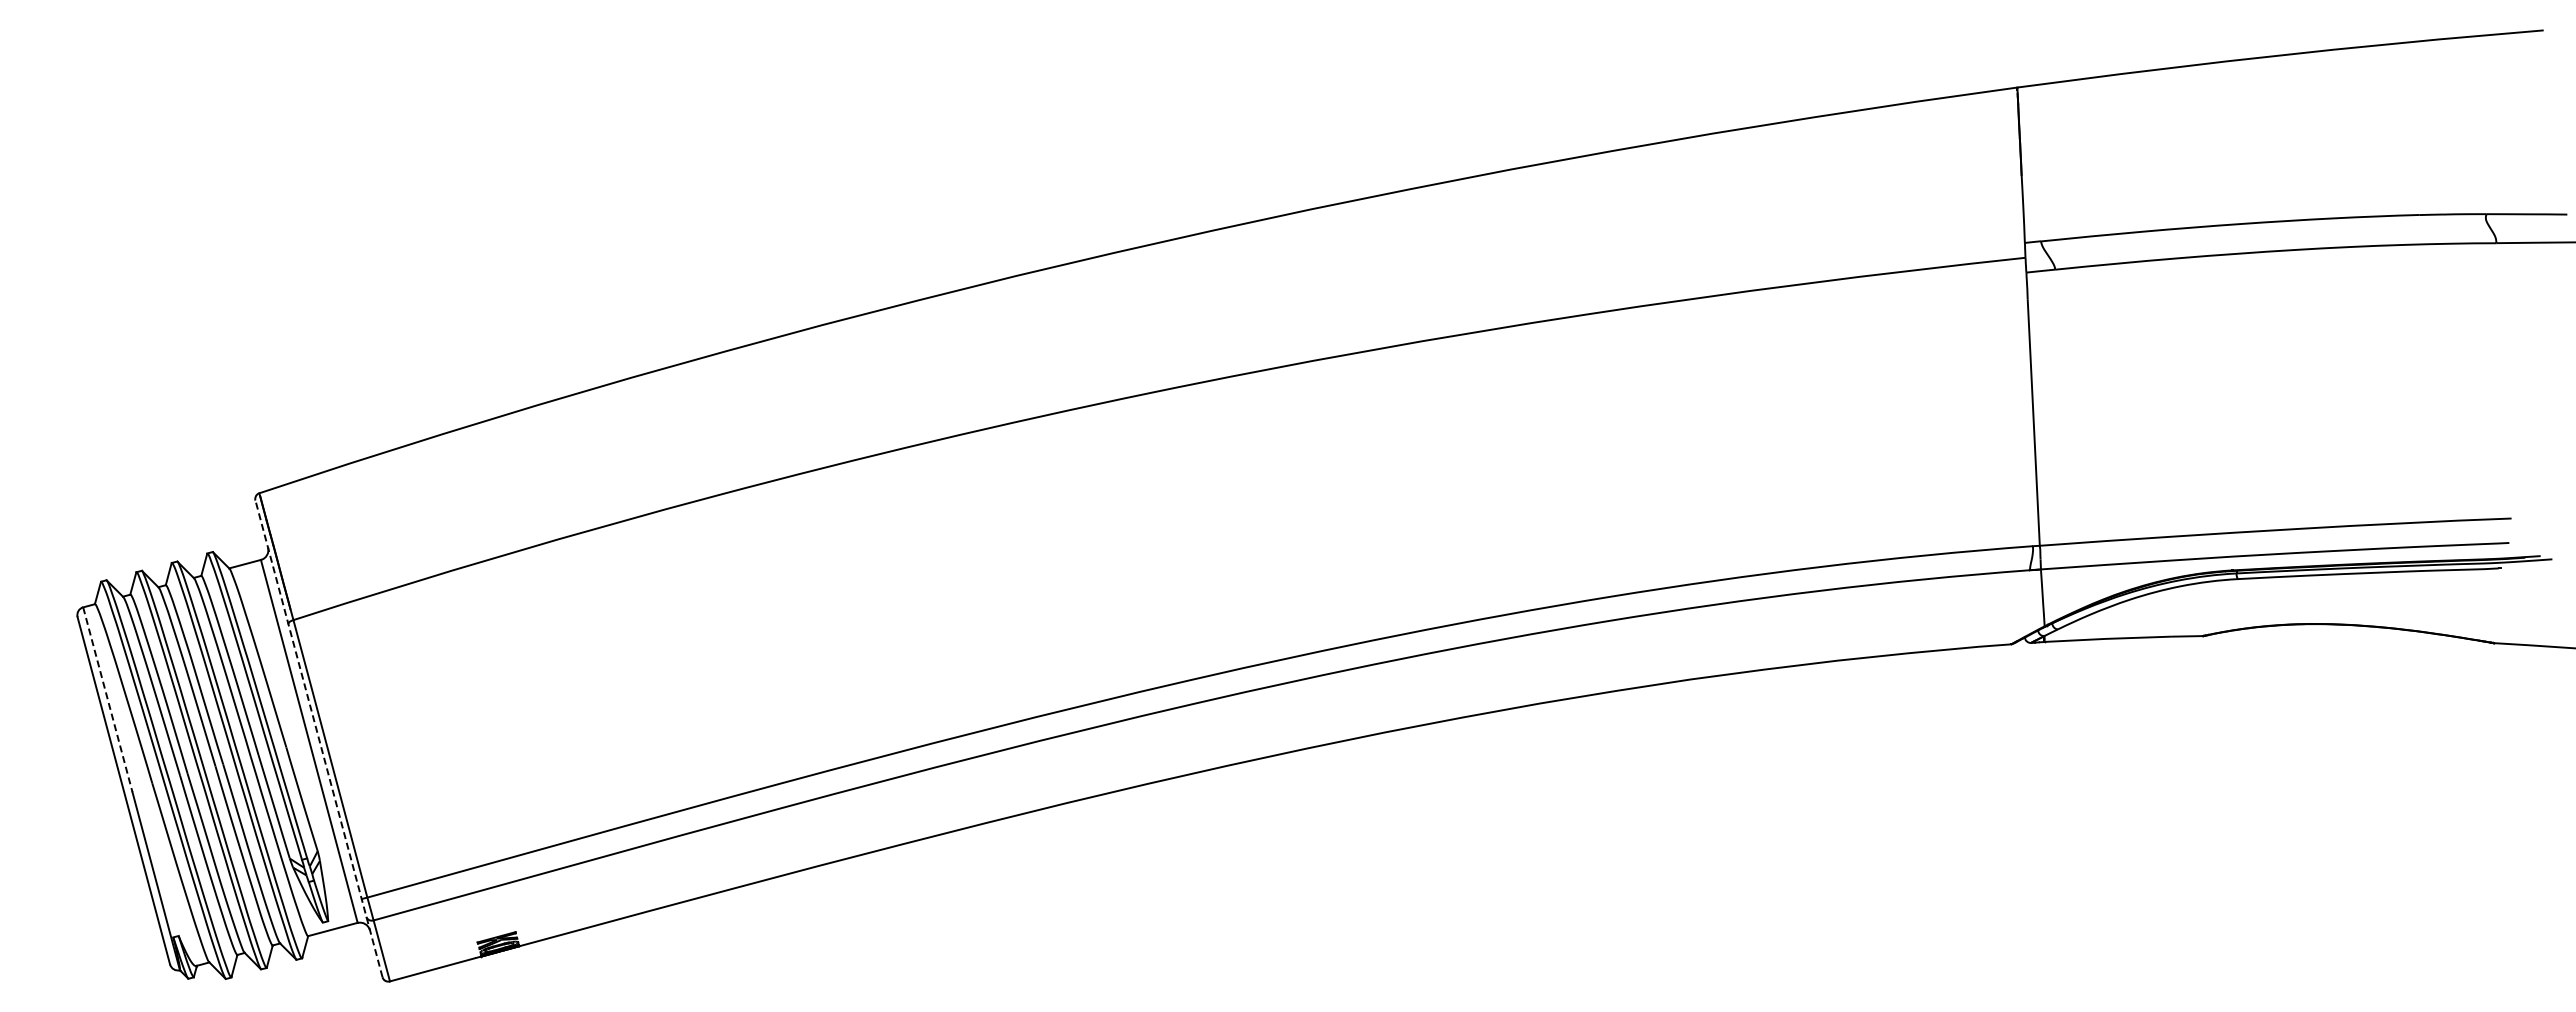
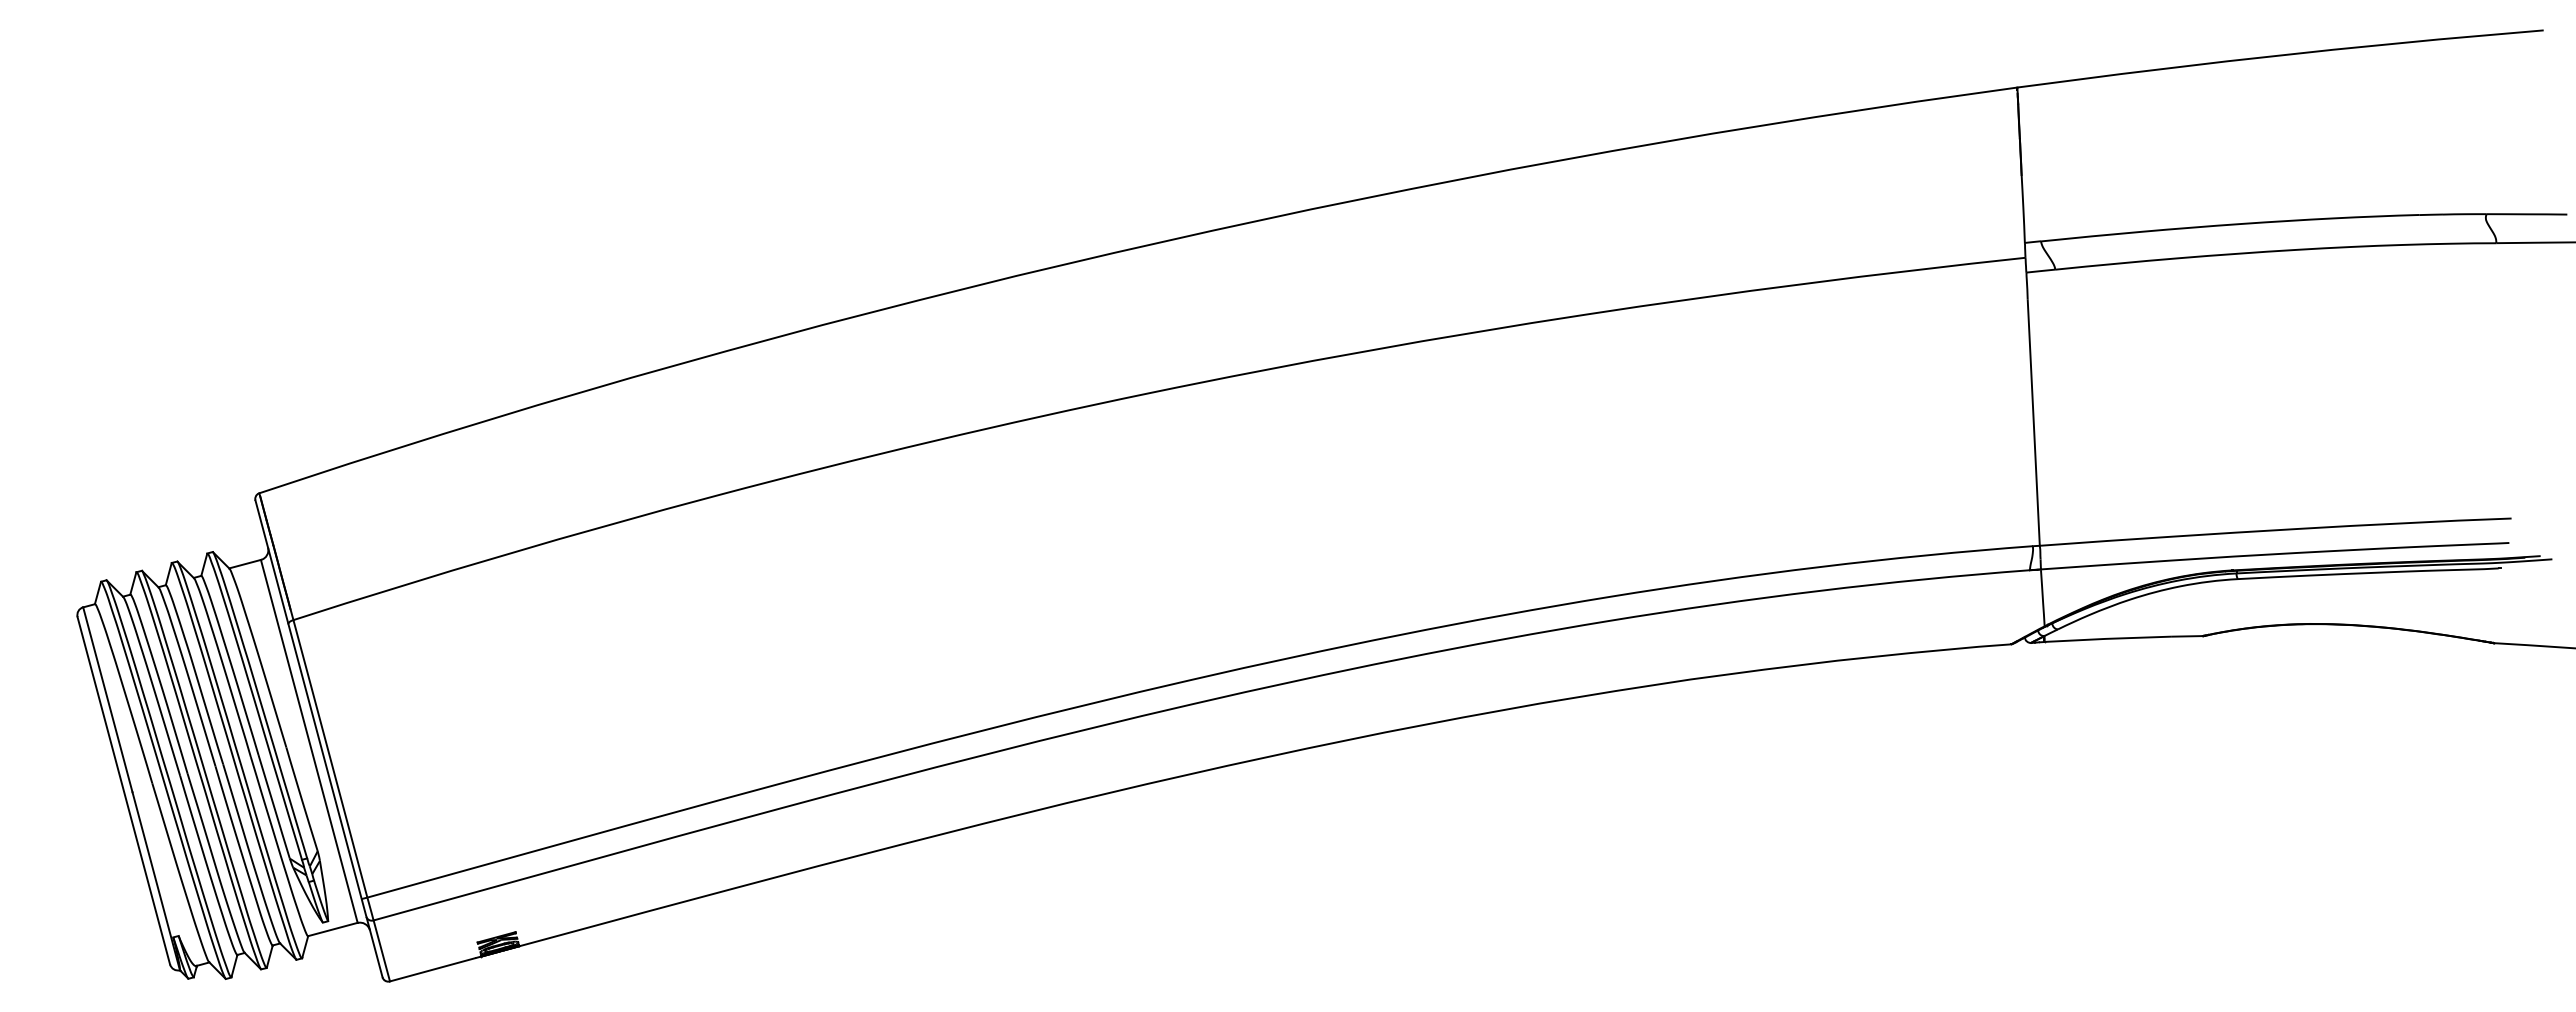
line at (107, 699): dashed -> solid
line at (319, 738): dashed -> solid
